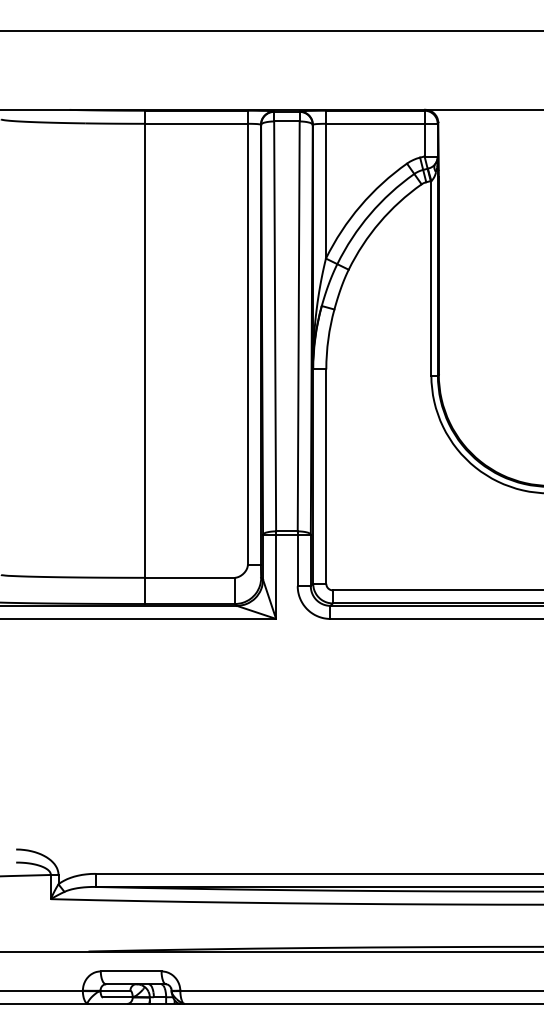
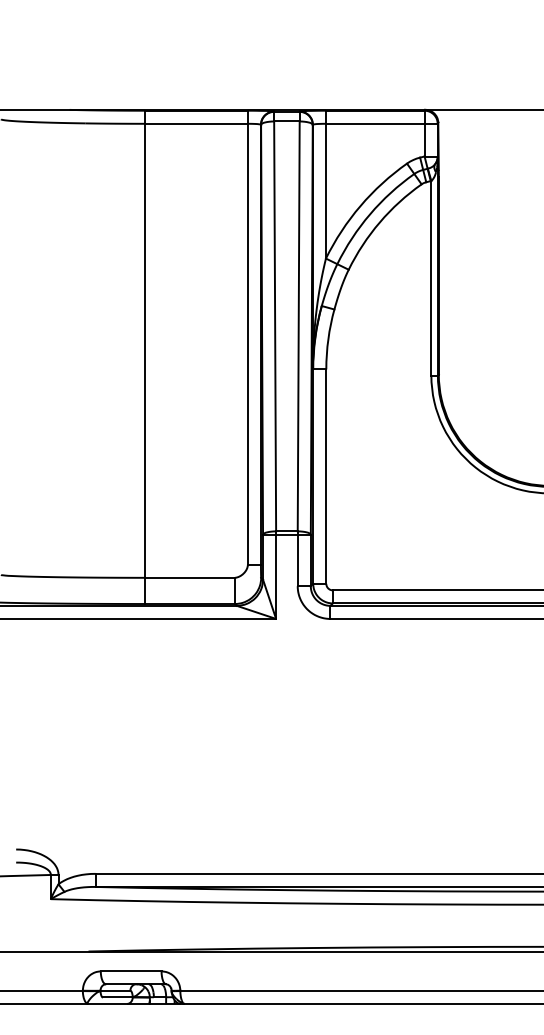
line at (271, 31): present -> none
